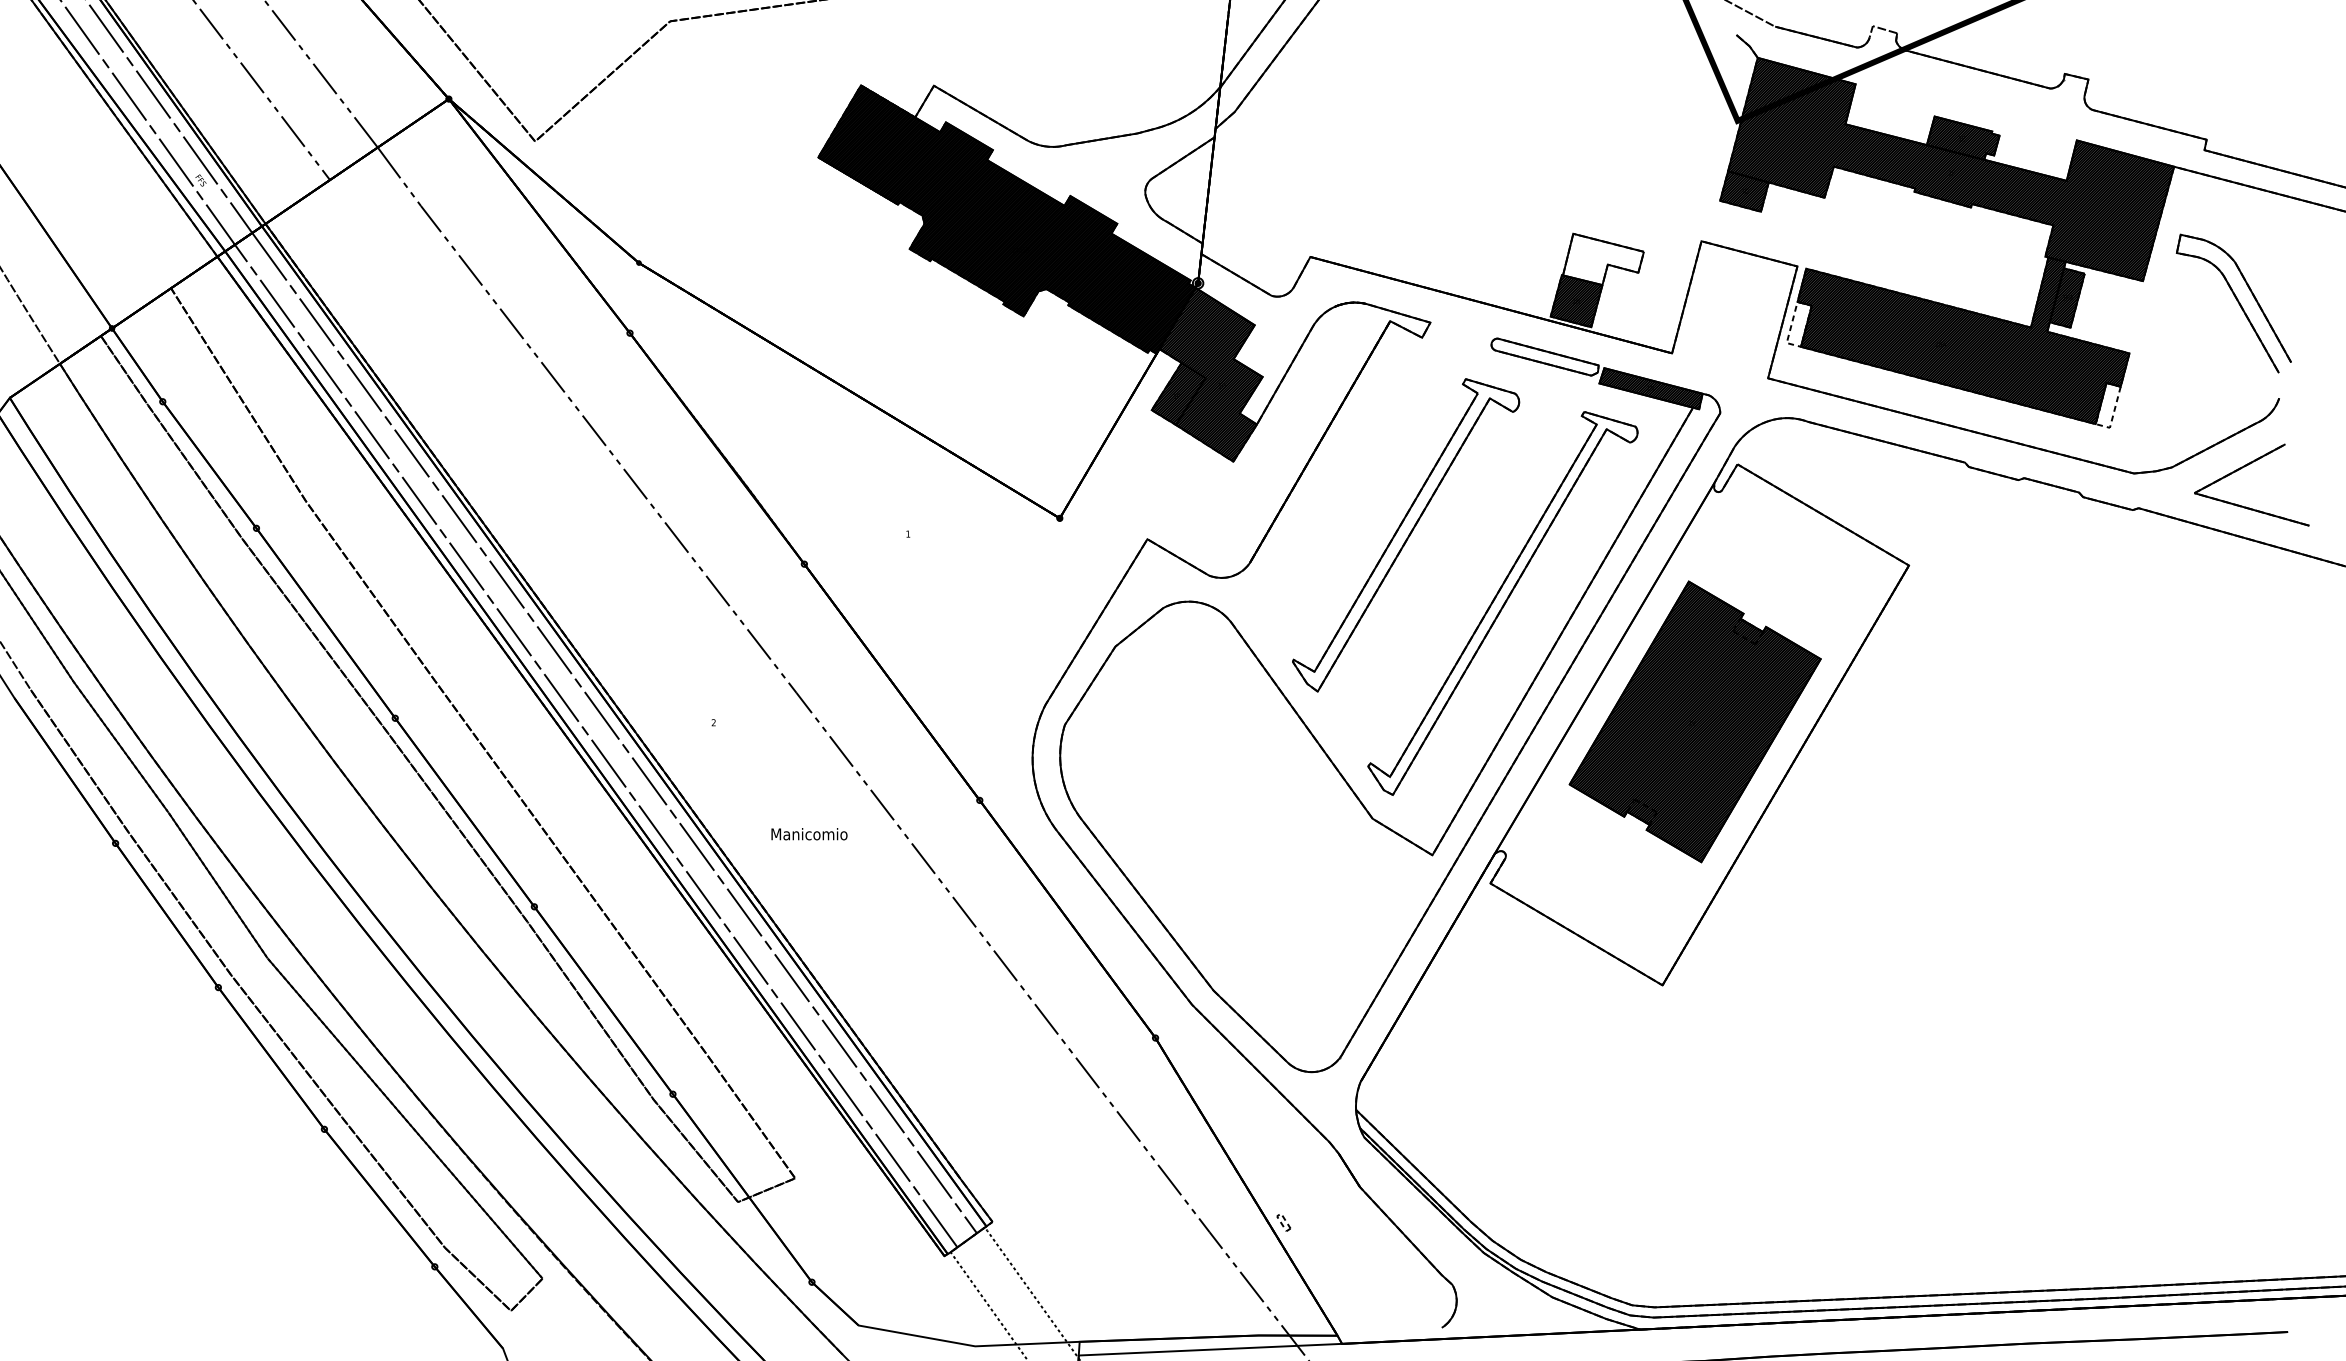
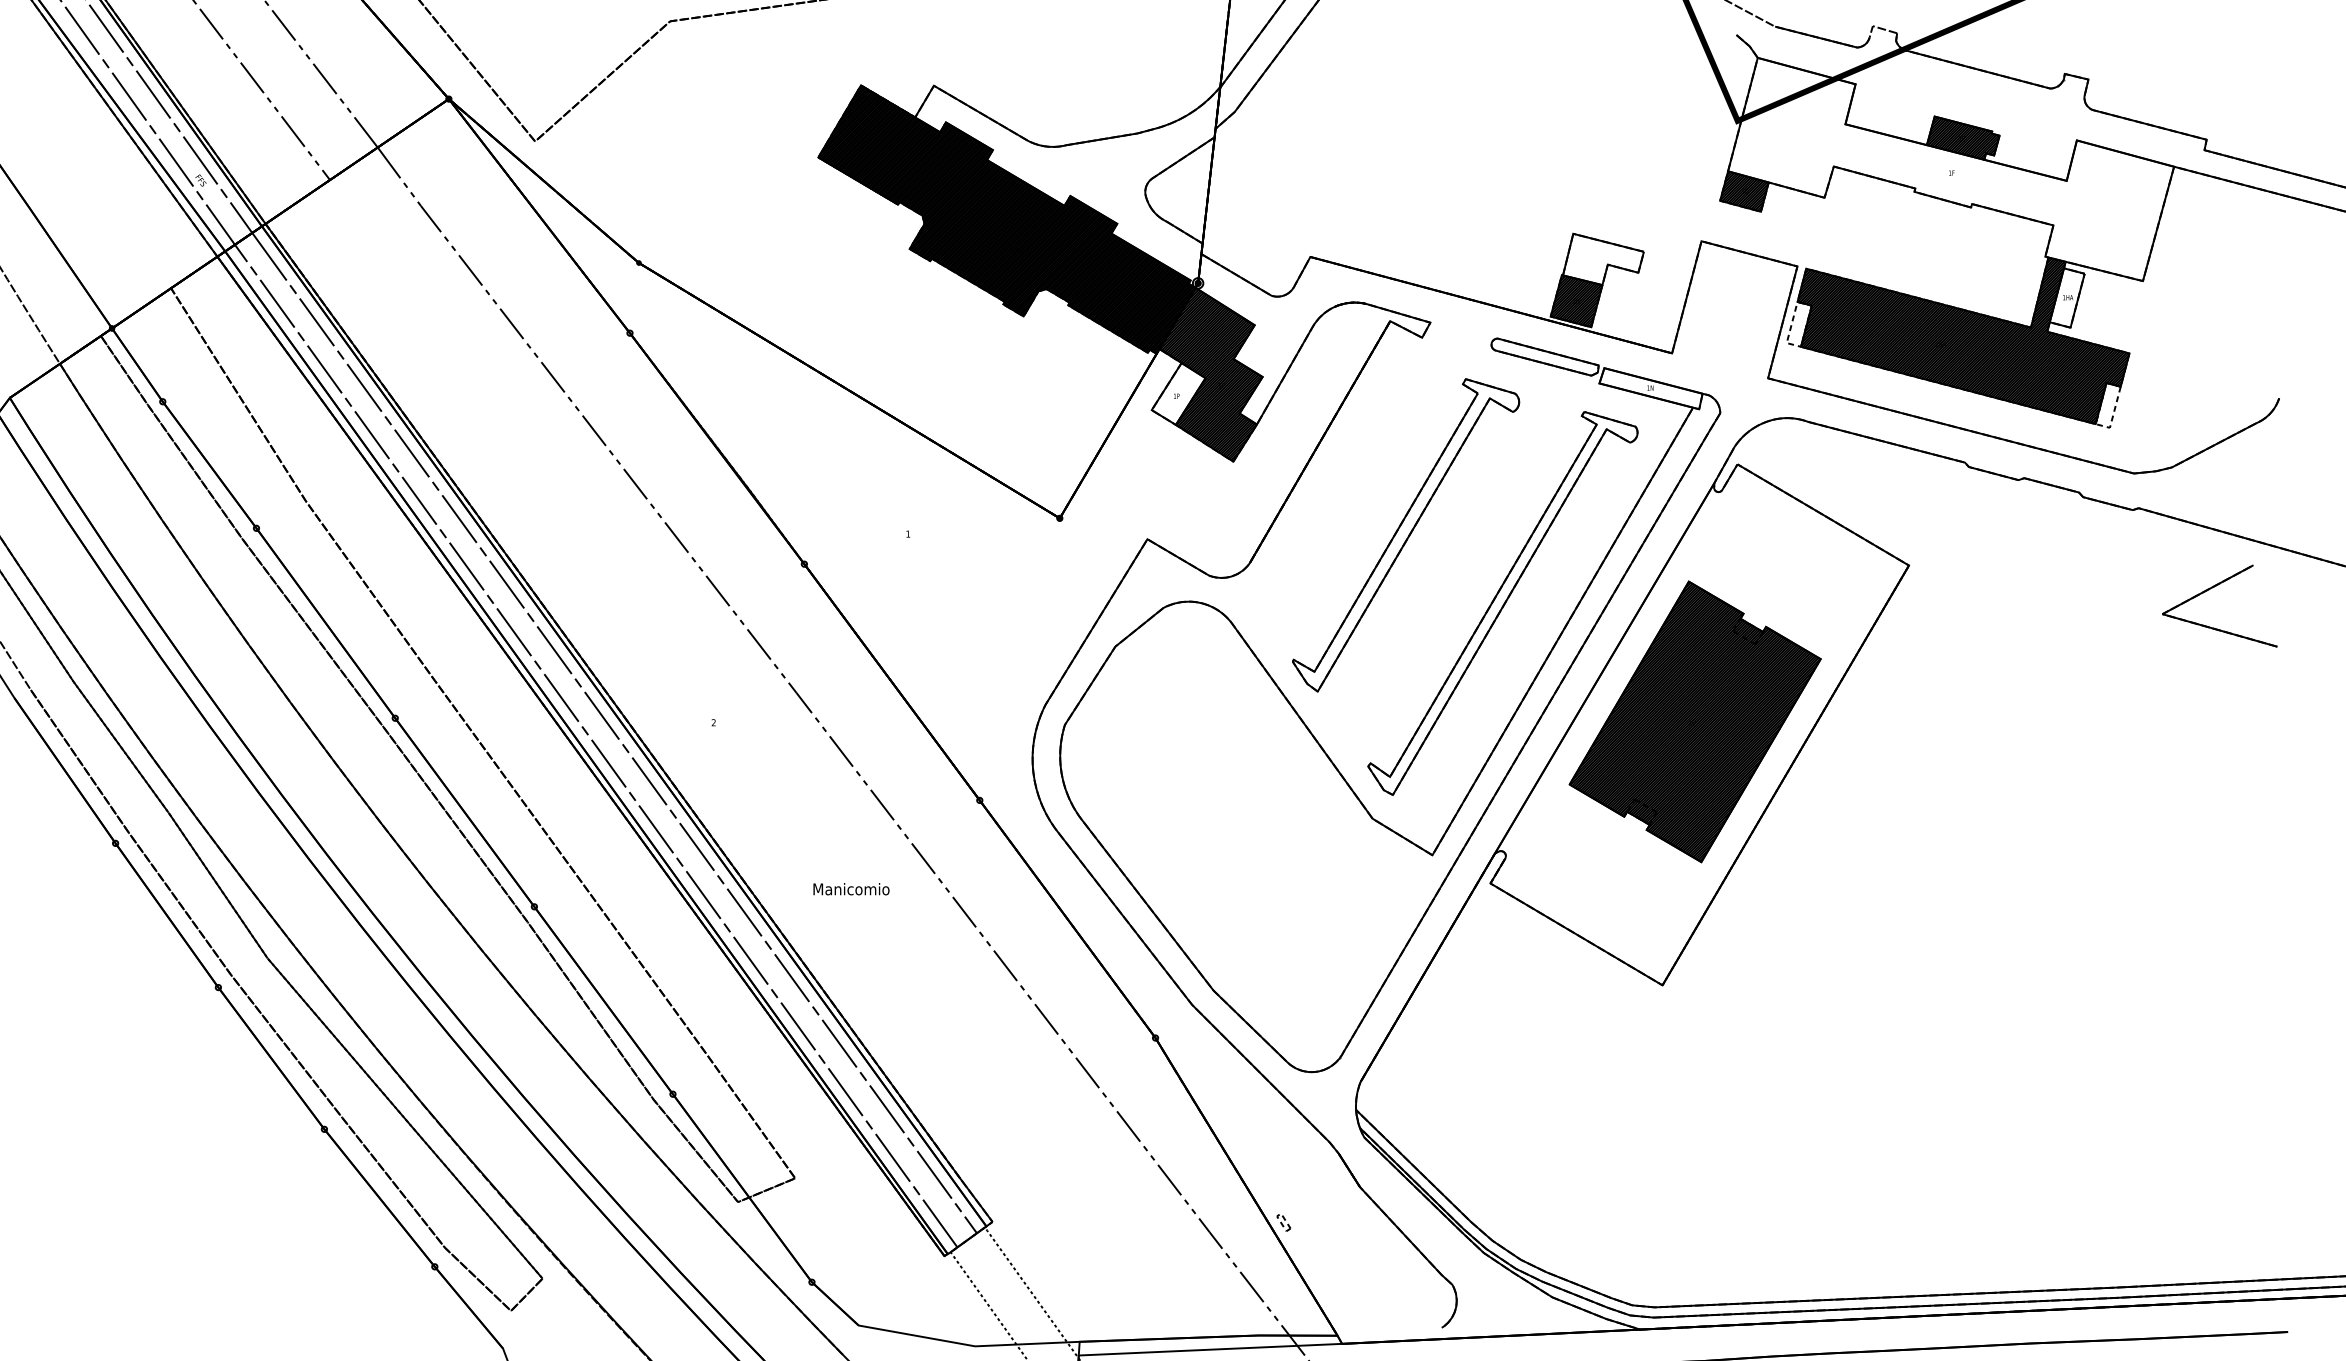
hatch at (1950, 169): present -> none
hatch at (2067, 297): present -> none
part at (2233, 303): present -> none
hatch at (1651, 388): present -> none
hatch at (1178, 393): present -> none
part at (2241, 469) position: (2241, 469) -> (2209, 590)
text at (809, 834) position: (809, 834) -> (851, 889)
